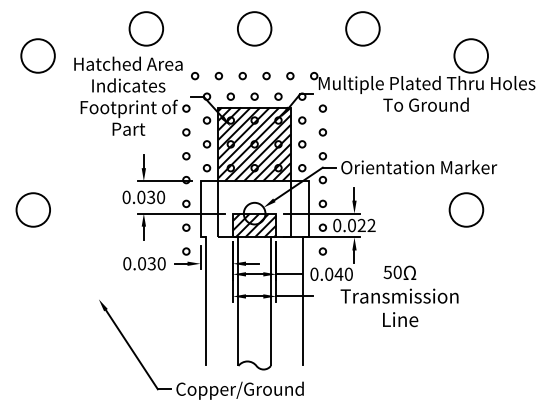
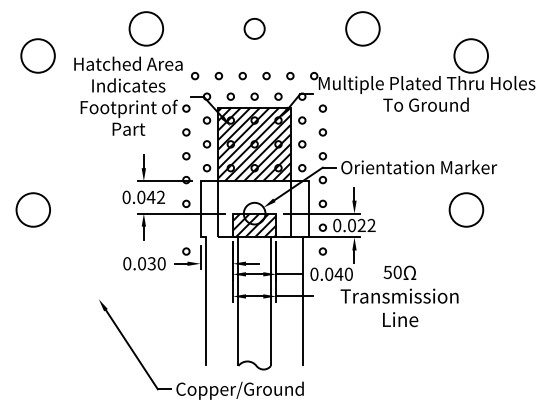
circle at (254, 28) diameter: 34 px -> 20 px
text at (155, 197): 0.030 -> 0.042
circle at (186, 227): present -> none
